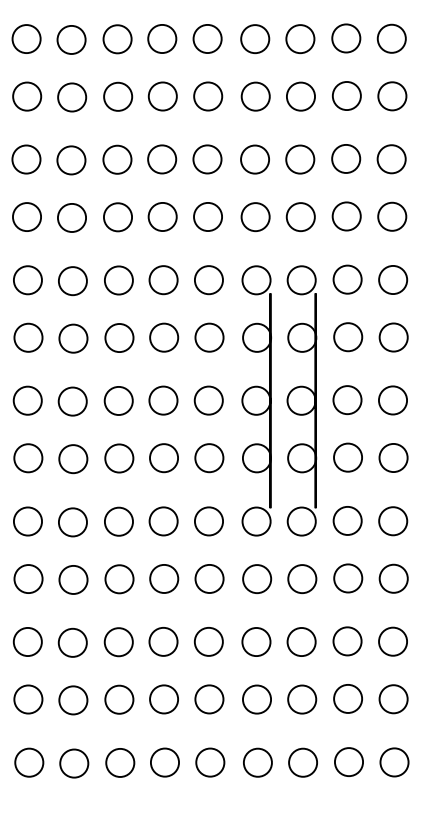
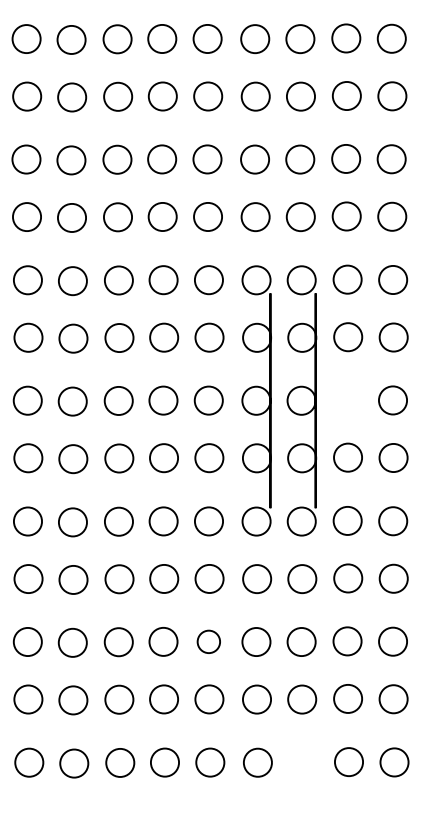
part at (347, 400): present -> none
part at (208, 641) size: 30x30 px -> 25x25 px
part at (302, 762): present -> none
